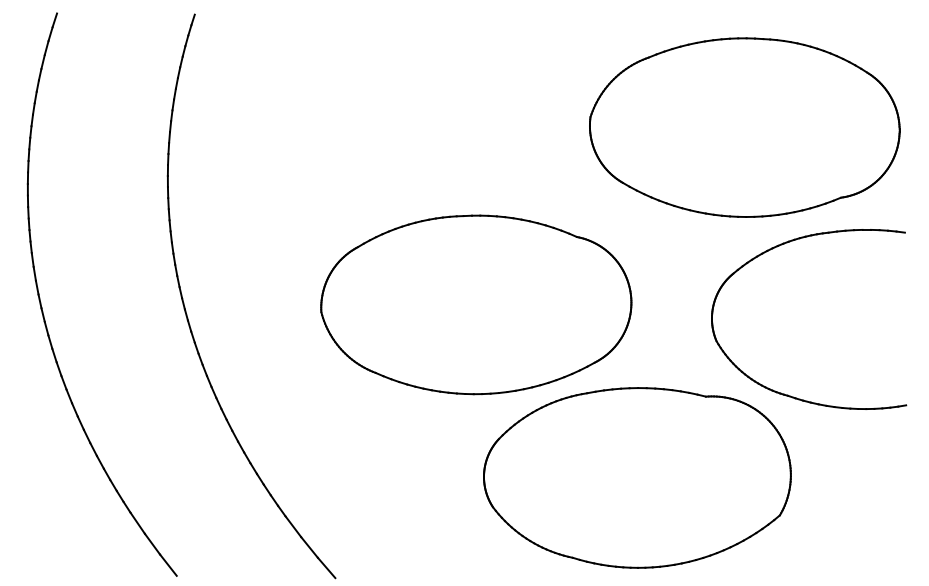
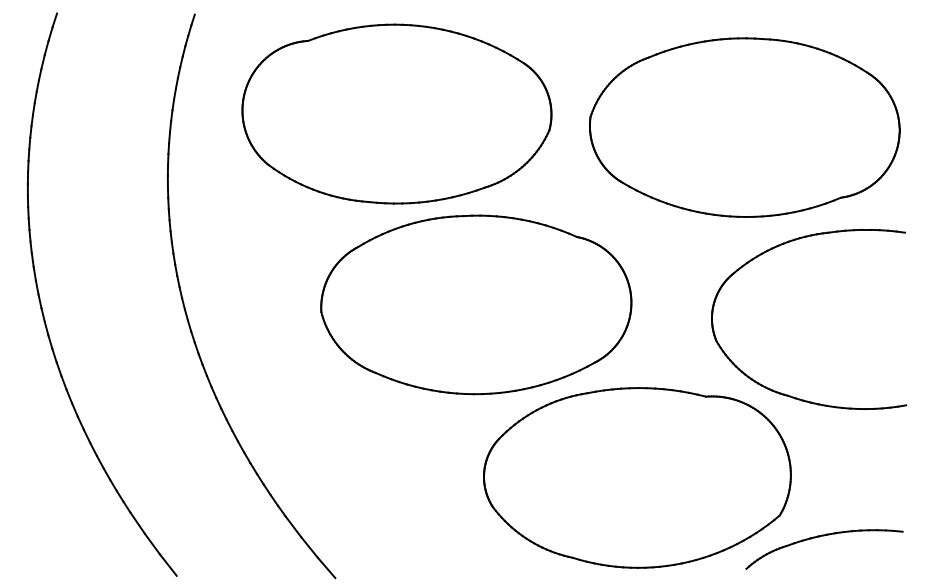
part at (396, 113): none -> present
part at (824, 536): none -> present
